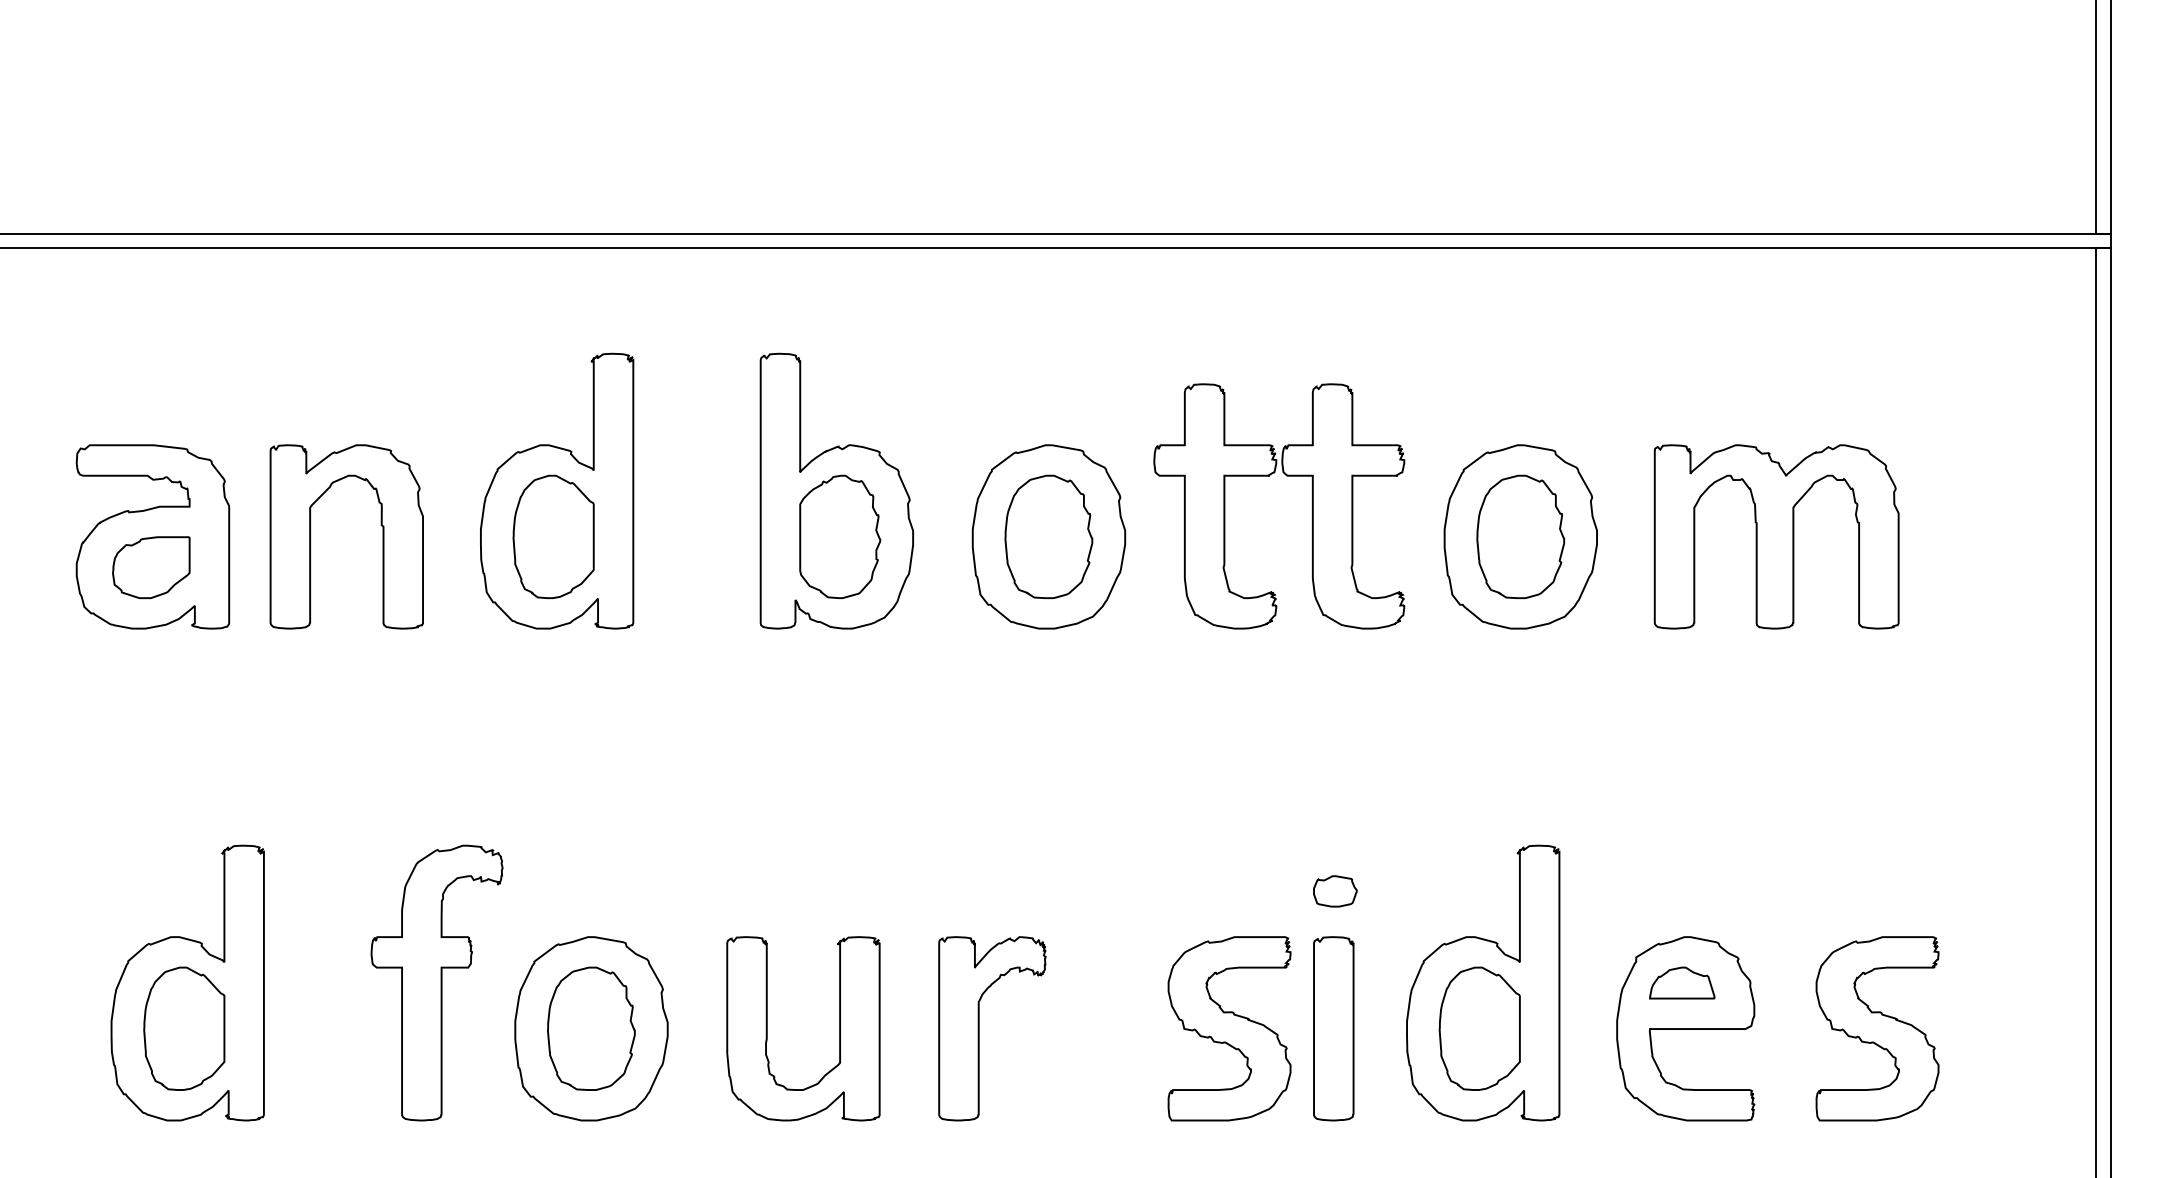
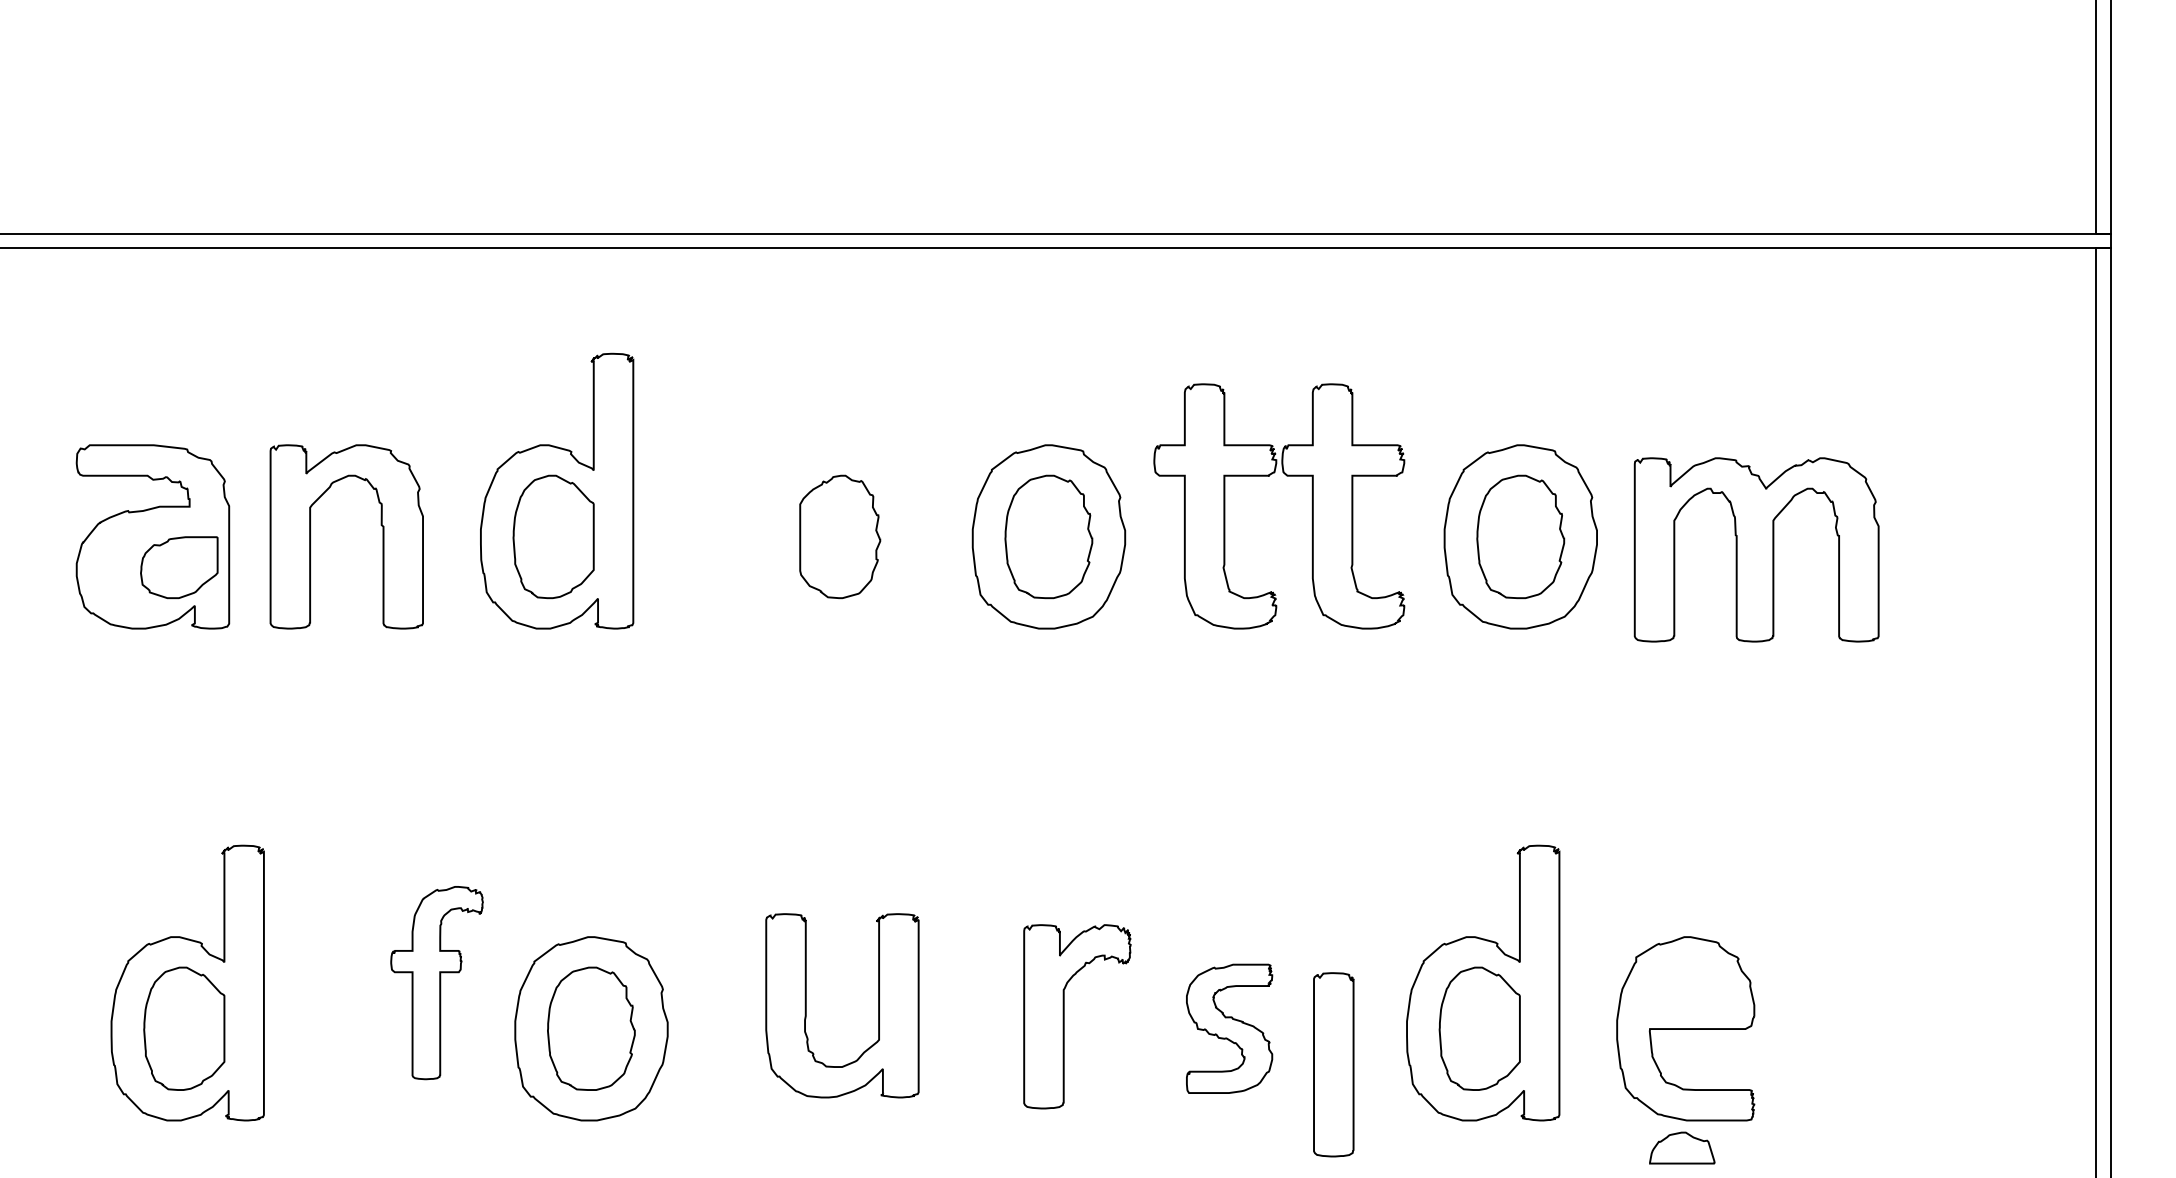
part at (836, 490): present -> none
part at (1776, 536) position: (1776, 536) -> (1756, 549)
part at (151, 567) position: (151, 567) -> (179, 567)
part at (1335, 891): present -> none
part at (436, 982) size: 134x278 px -> 94x195 px
part at (1682, 982) position: (1682, 982) -> (1682, 1147)
part at (767, 1028) position: (767, 1028) -> (806, 1005)
part at (979, 1028) position: (979, 1028) -> (1064, 1016)
part at (1229, 1028) size: 125x186 px -> 88x131 px
part at (1333, 1028) position: (1333, 1028) -> (1333, 1064)
part at (1877, 1028): present -> none
